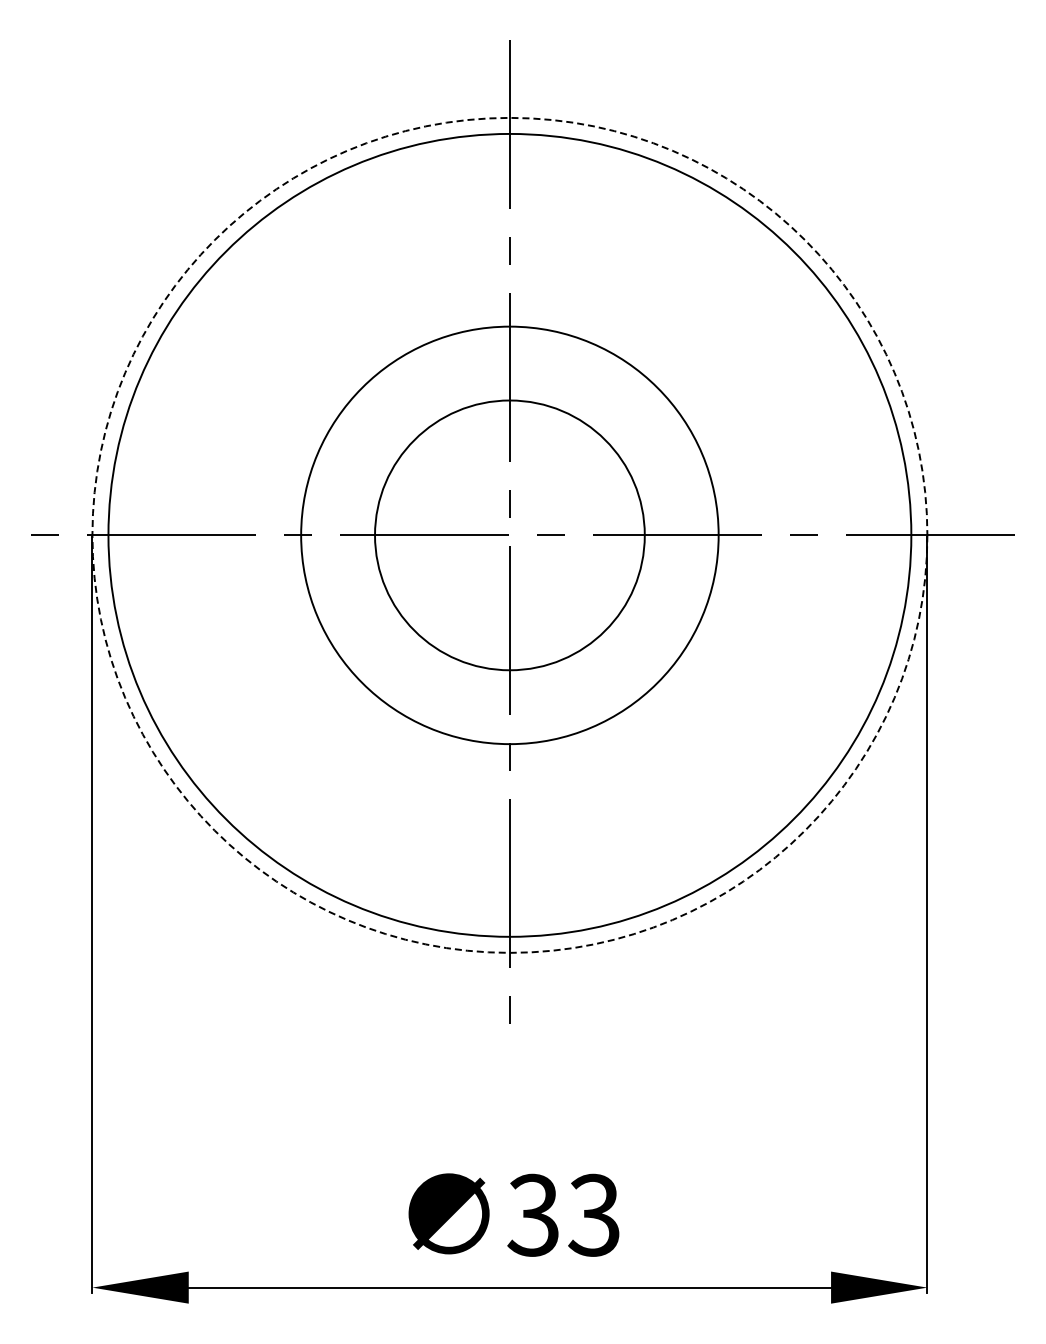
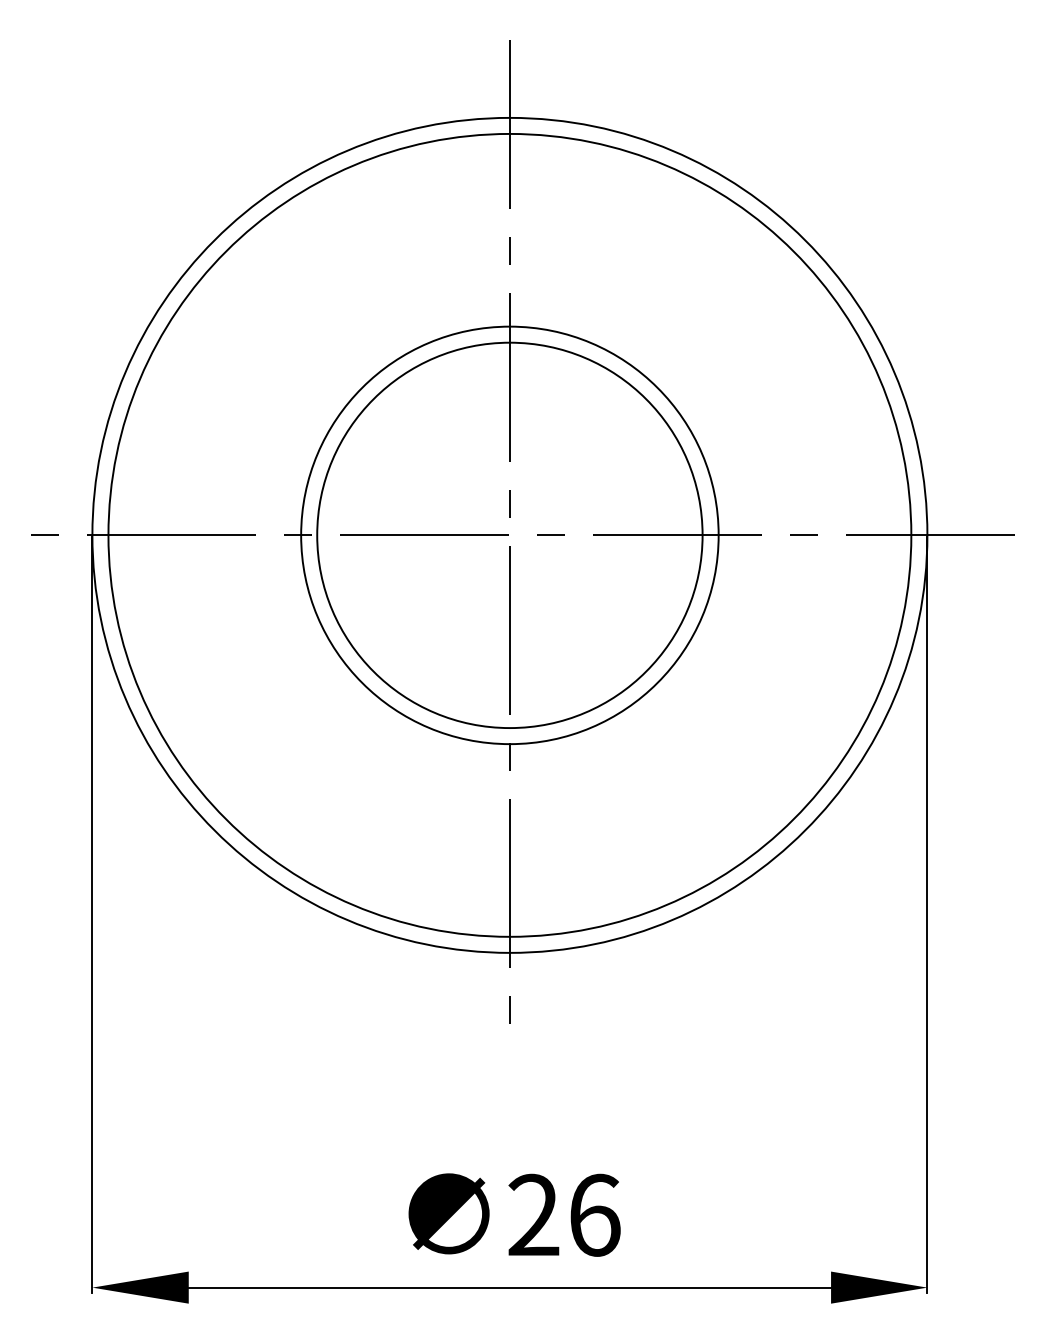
circle at (509, 534): dashed -> solid
circle at (509, 535) diameter: 270 px -> 385 px
text at (563, 1214): 33 -> 26
